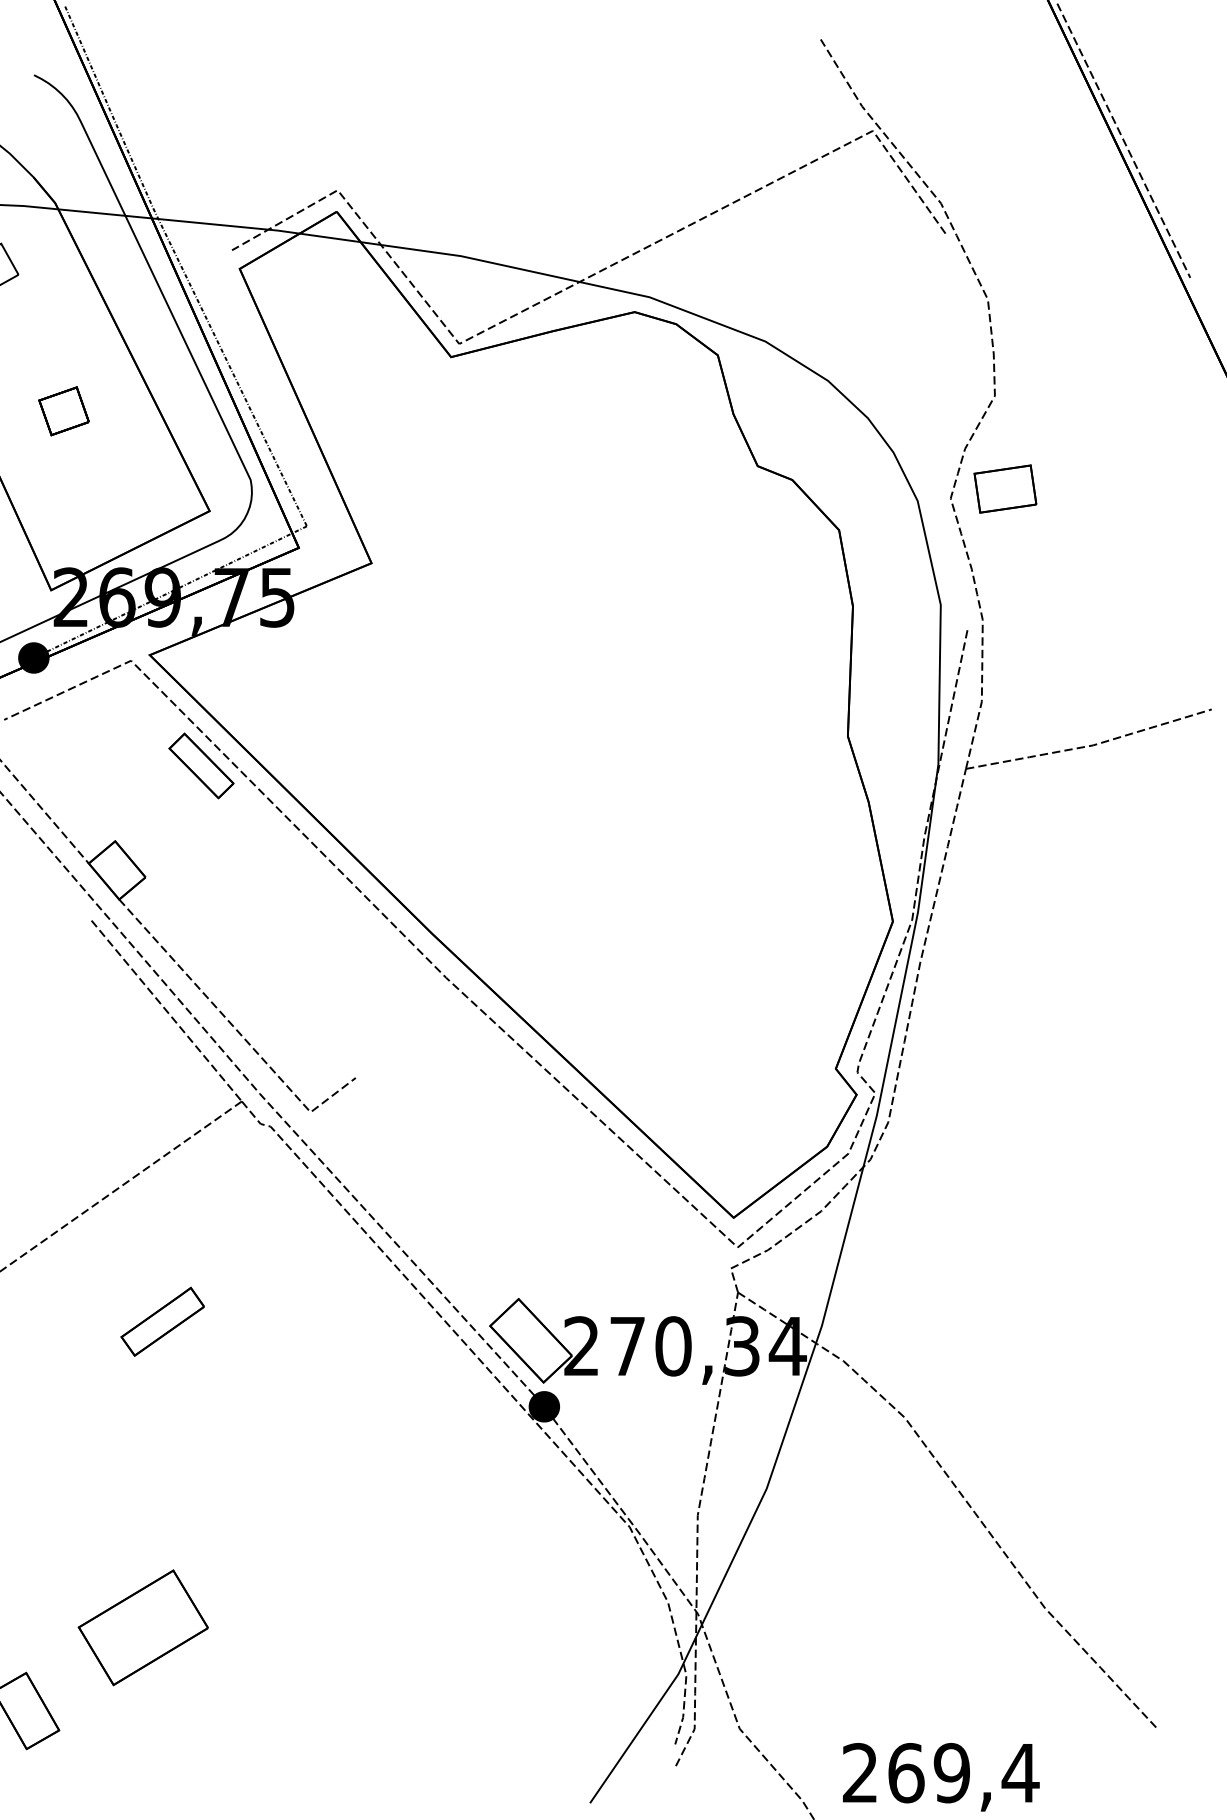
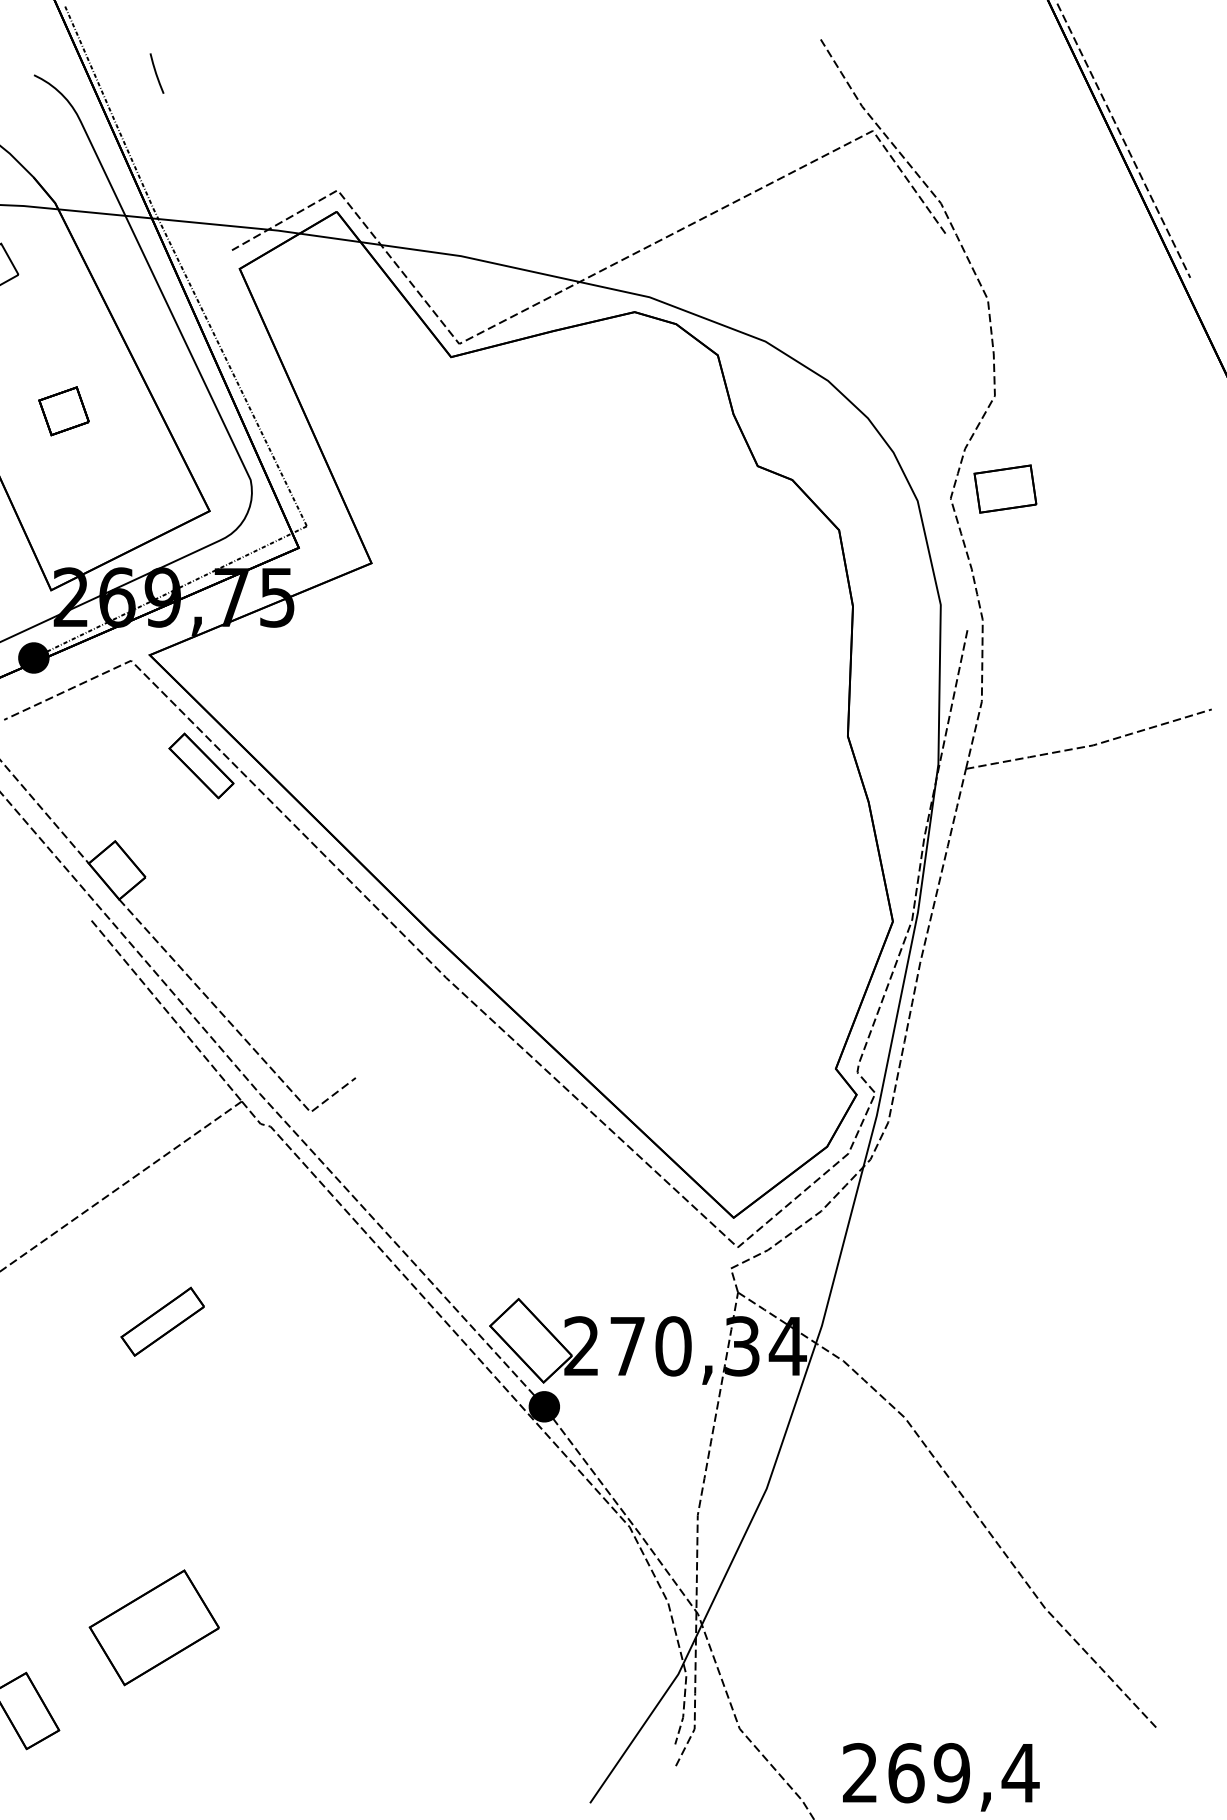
line at (156, 73): none -> present
part at (142, 1627) position: (142, 1627) -> (153, 1627)
